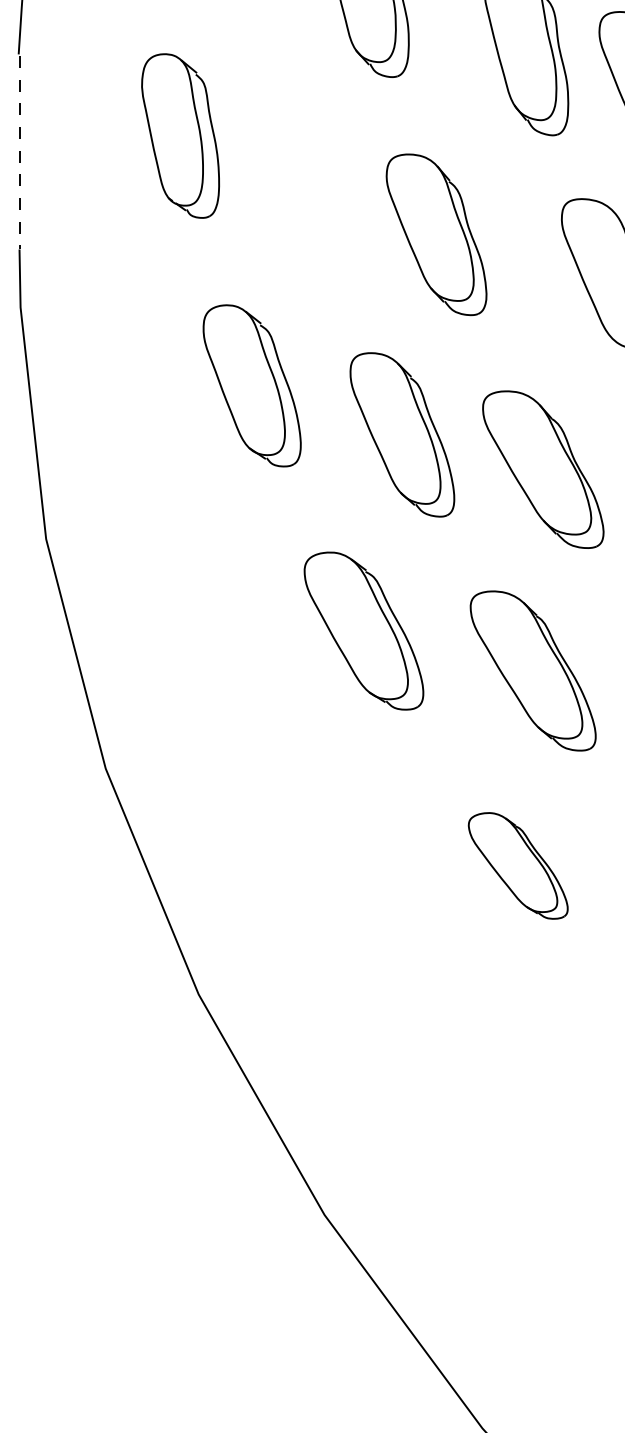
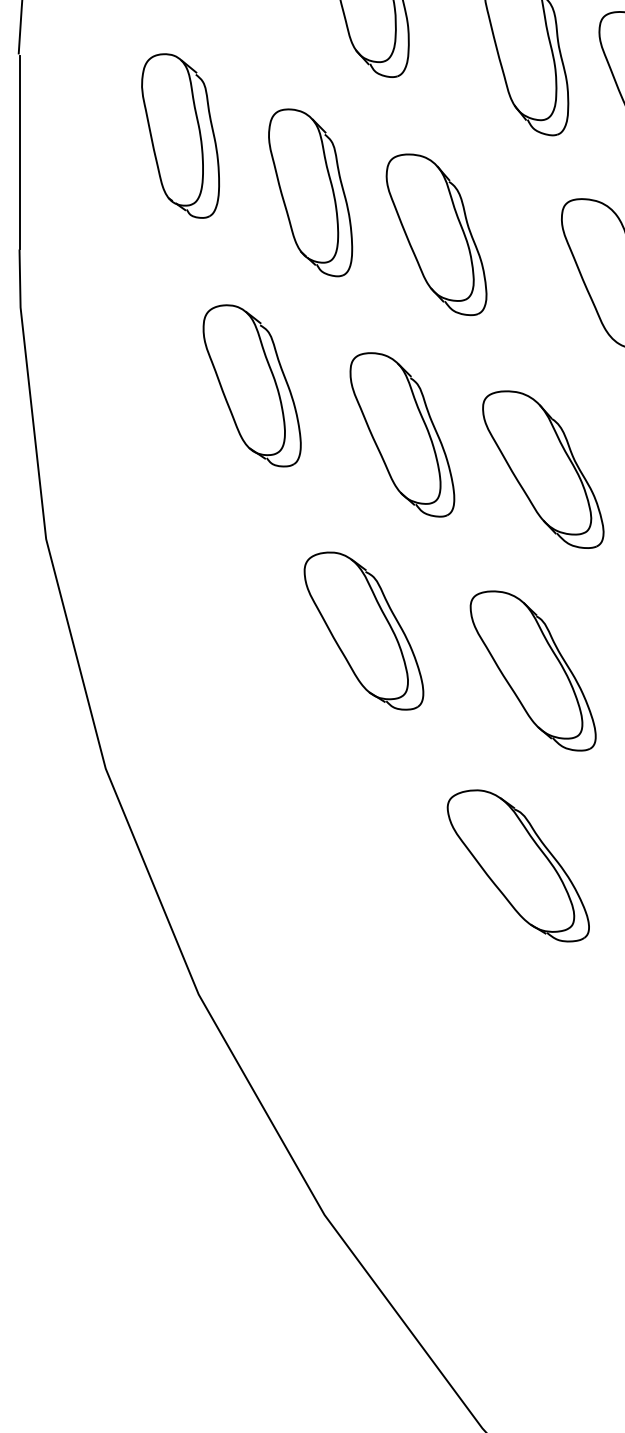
line at (19, 152): dashed -> solid
part at (310, 192): none -> present
part at (517, 865) size: 102x108 px -> 144x154 px
